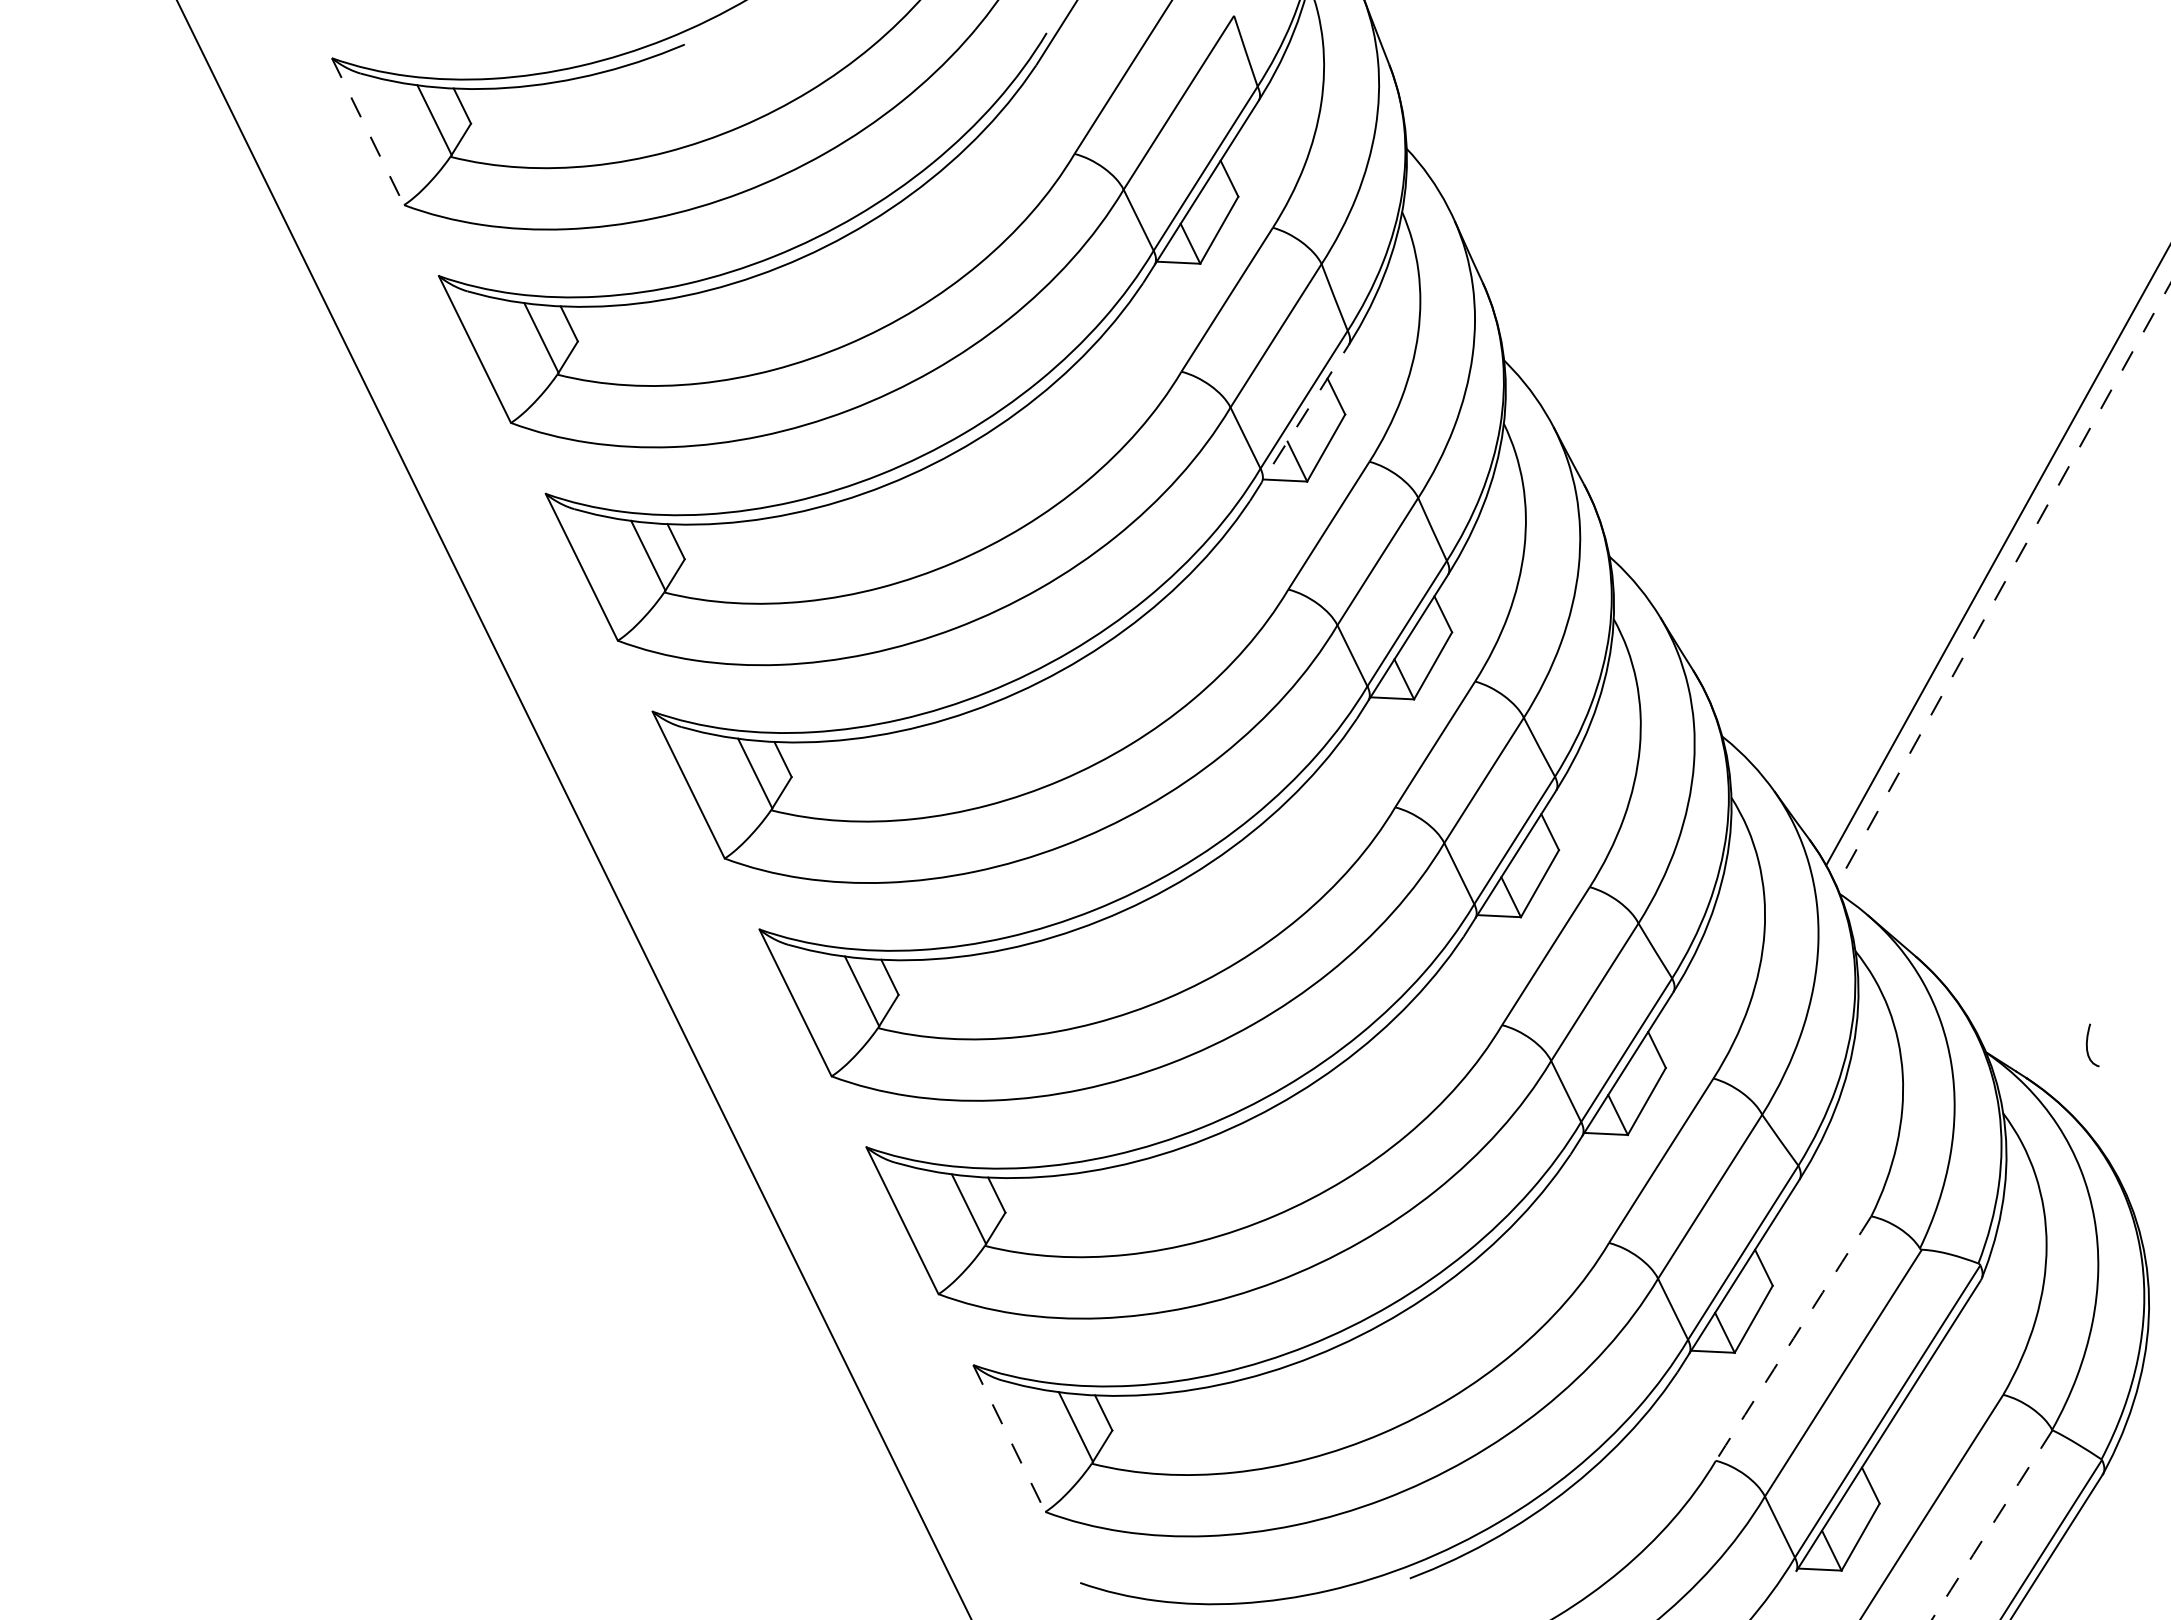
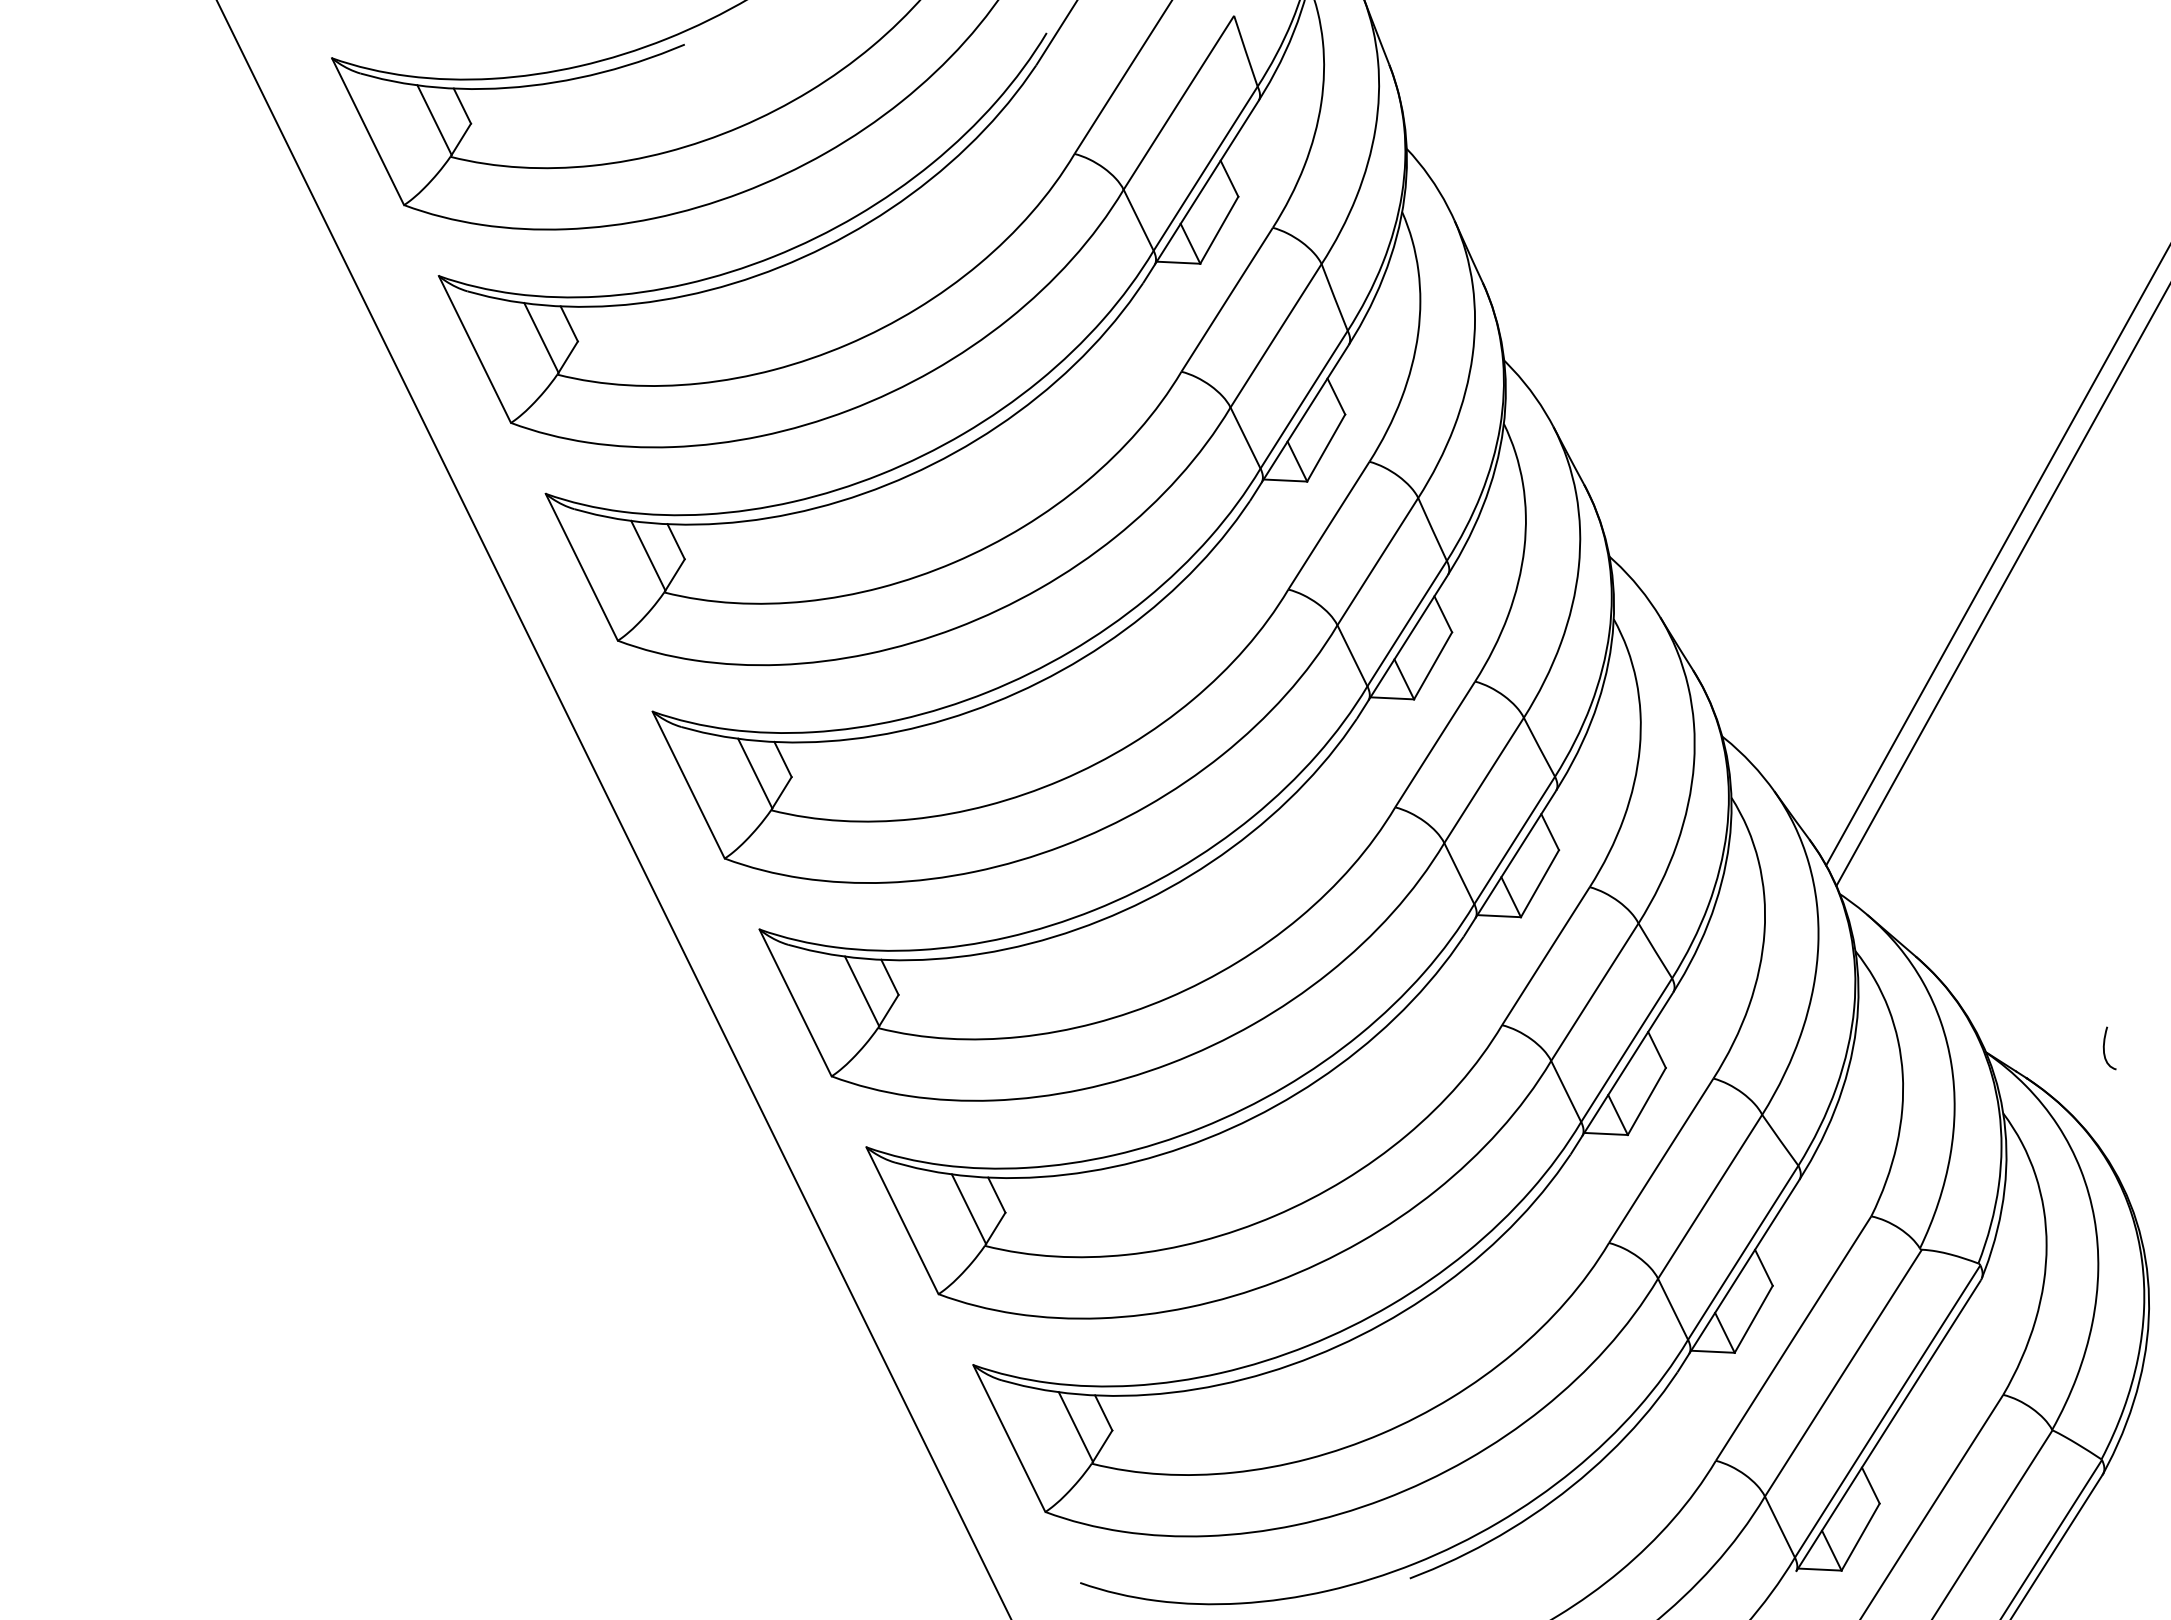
line at (368, 131): dashed -> solid
line at (1299, 422): dashed -> solid
line at (2003, 585): dashed -> solid
line at (573, 809) position: (573, 809) -> (613, 809)
curve at (2087, 1045) position: (2087, 1045) -> (2104, 1048)
arc at (1793, 1338): dashed -> solid
line at (1009, 1438): dashed -> solid
arc at (1991, 1525): dashed -> solid
